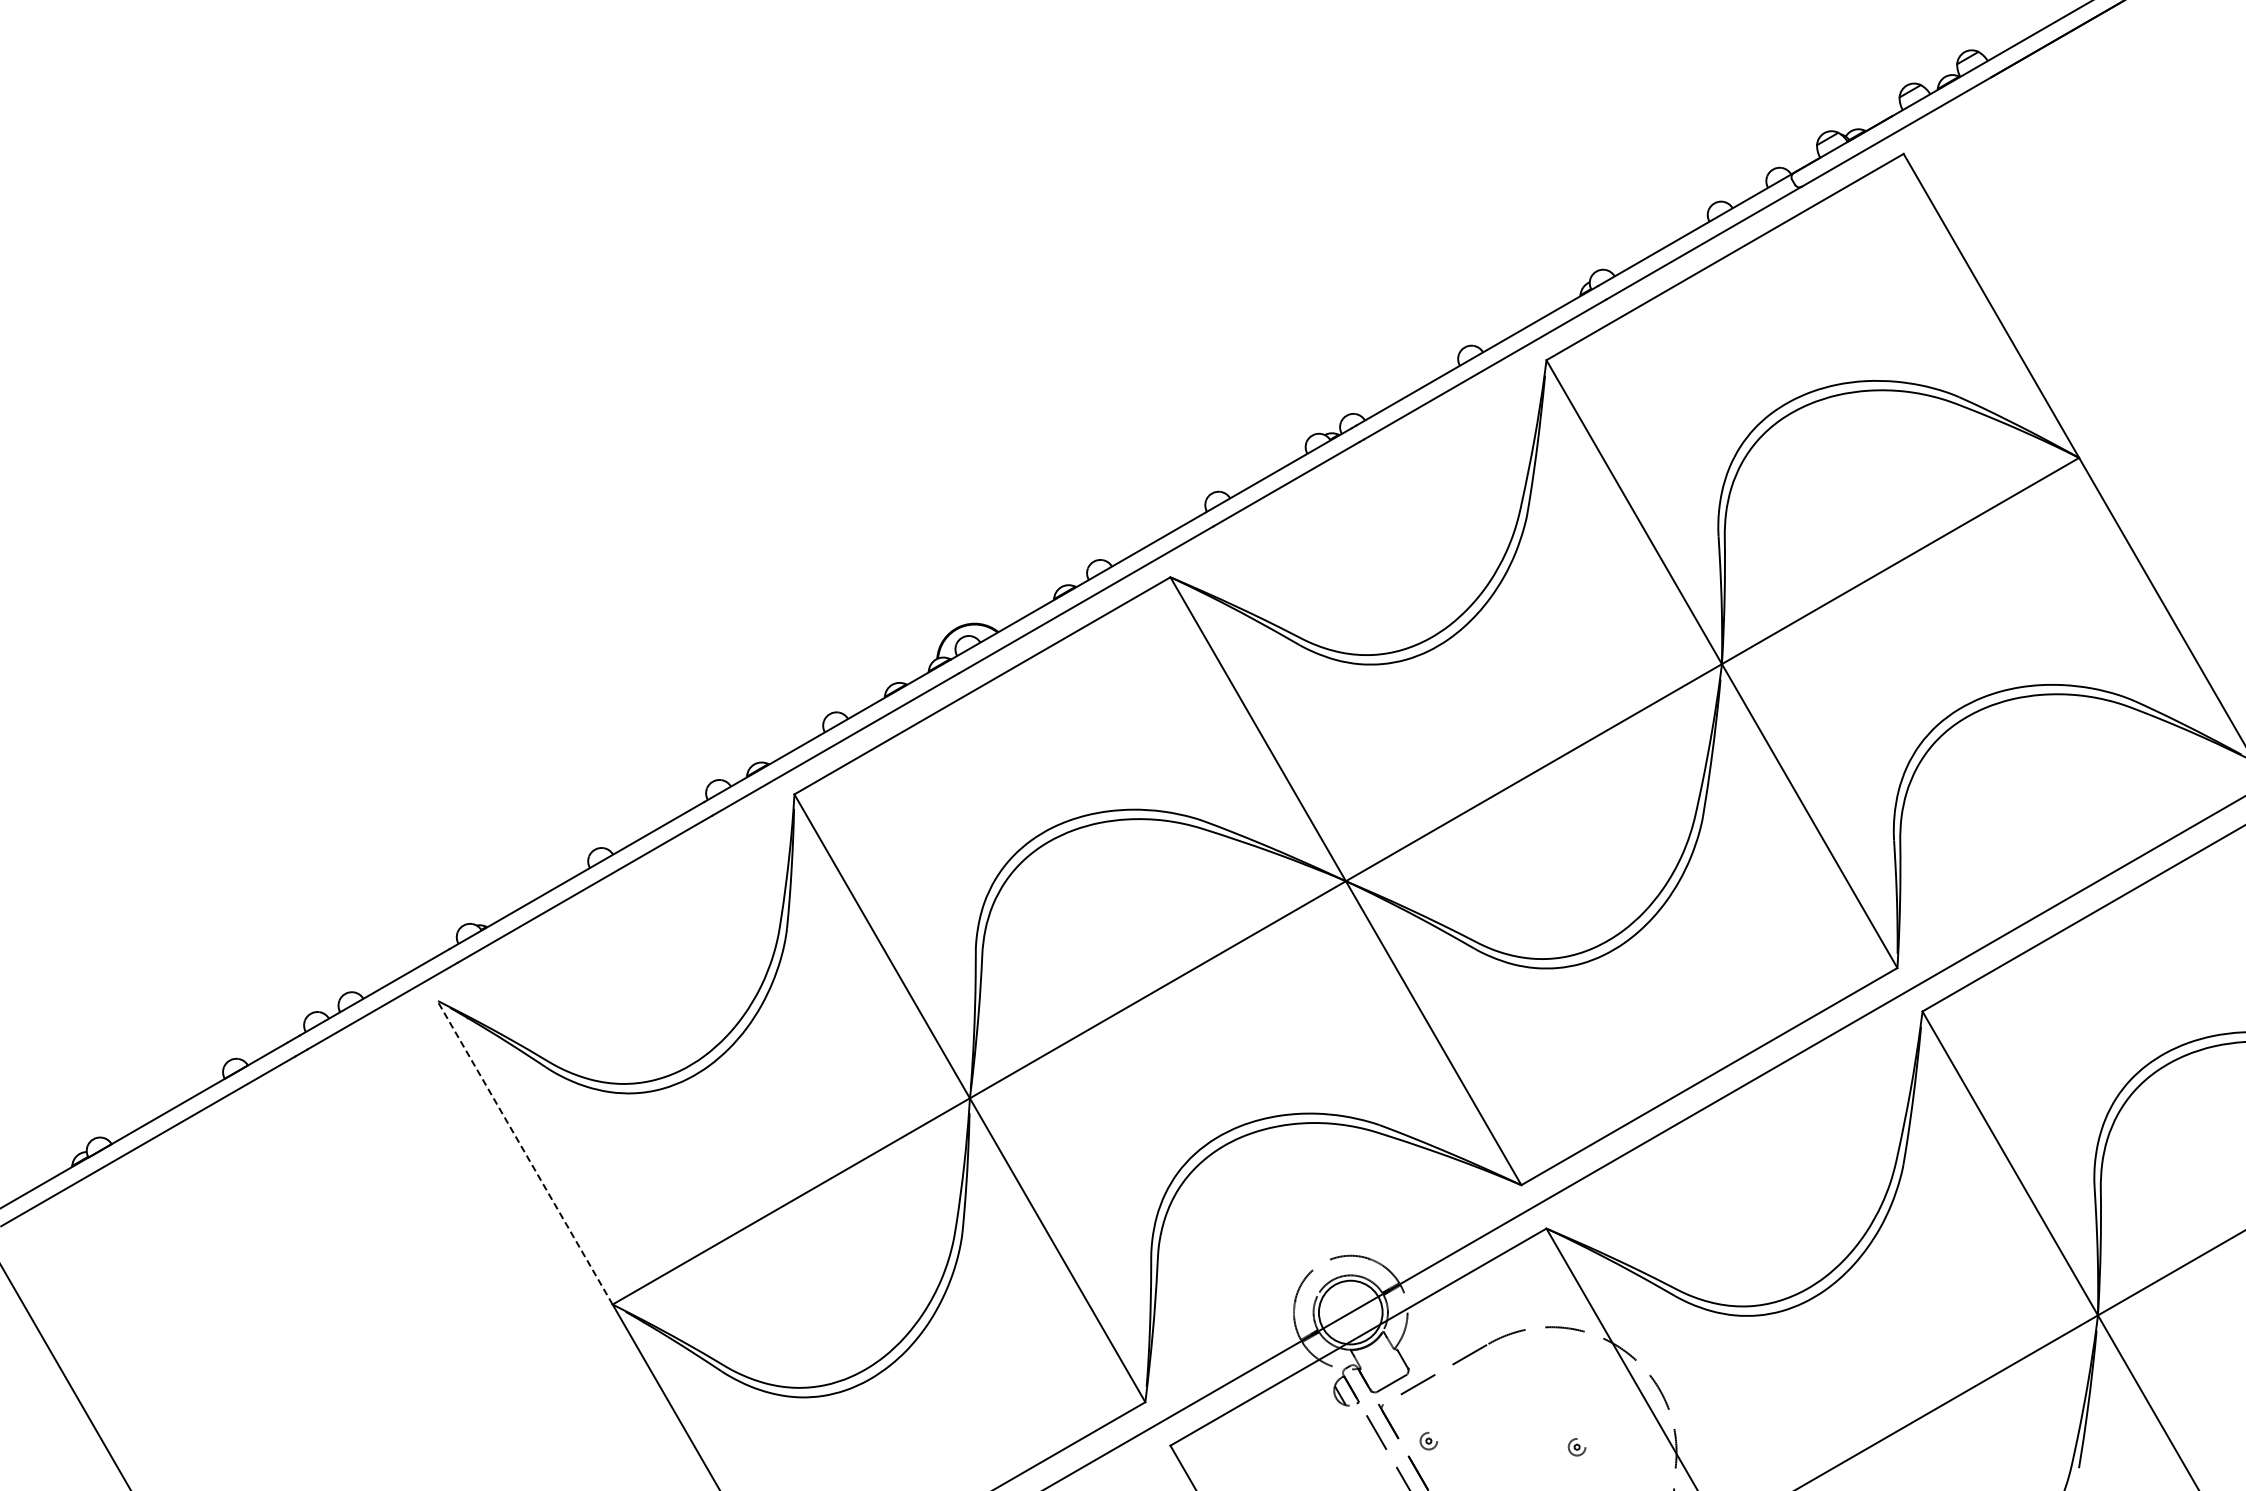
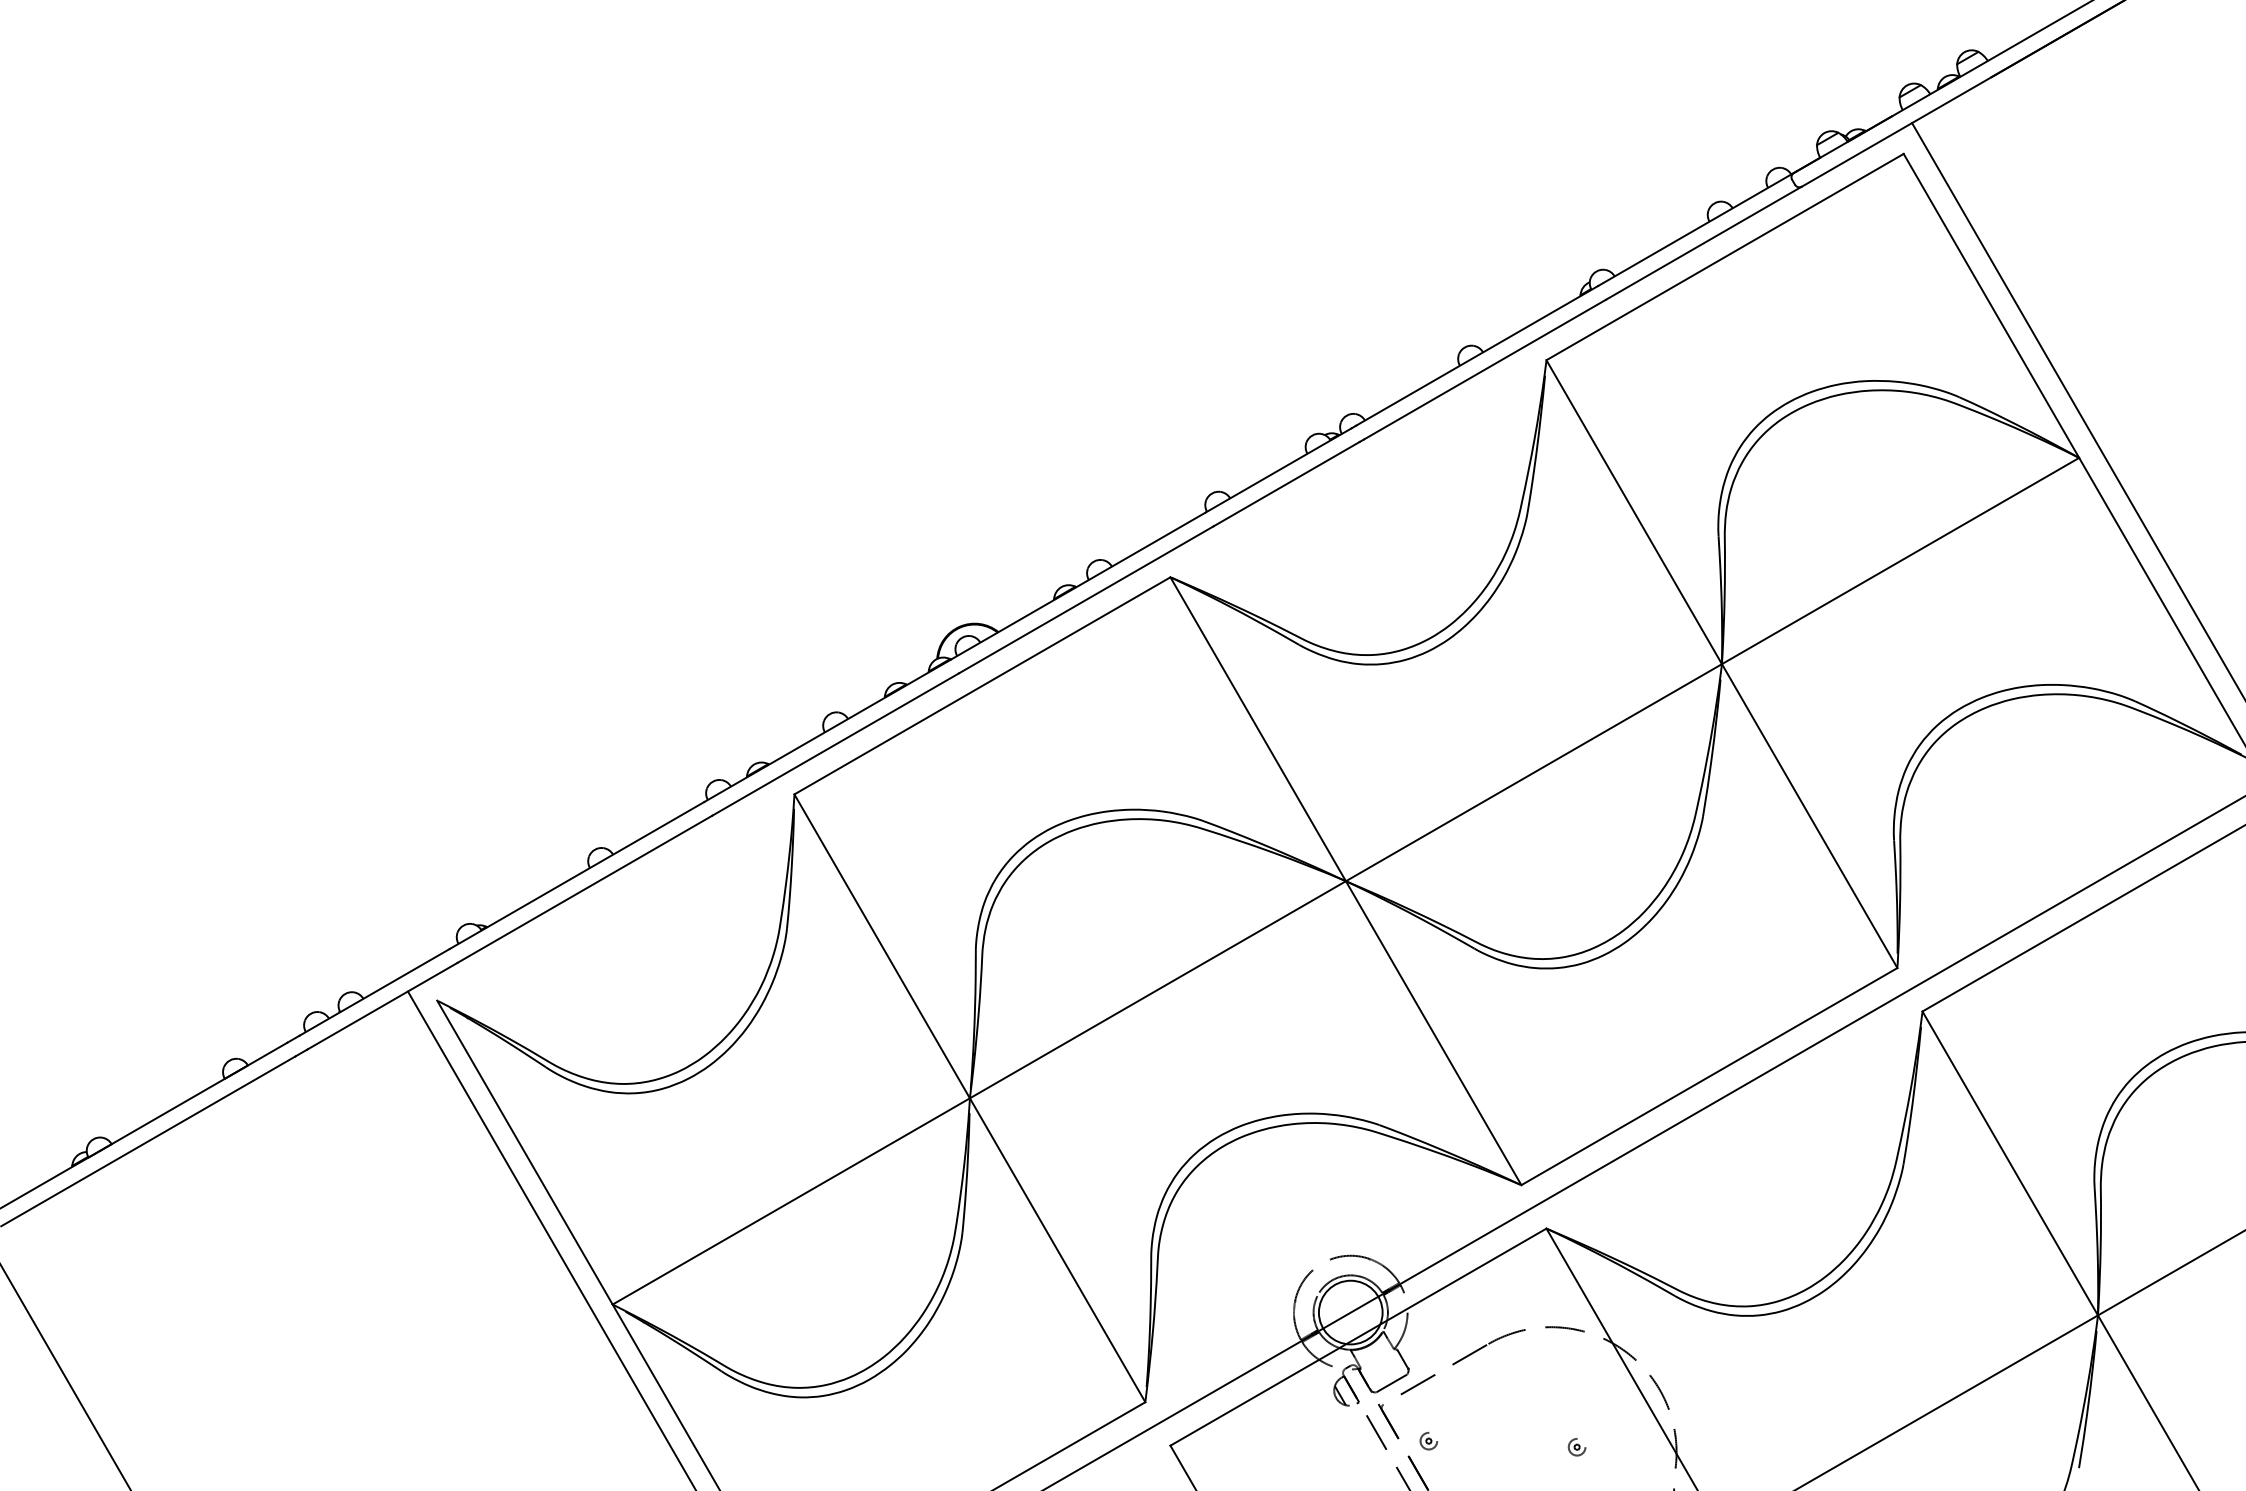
line at (2077, 409): none -> present
line at (524, 1152): dashed -> solid
line at (550, 1239): none -> present
